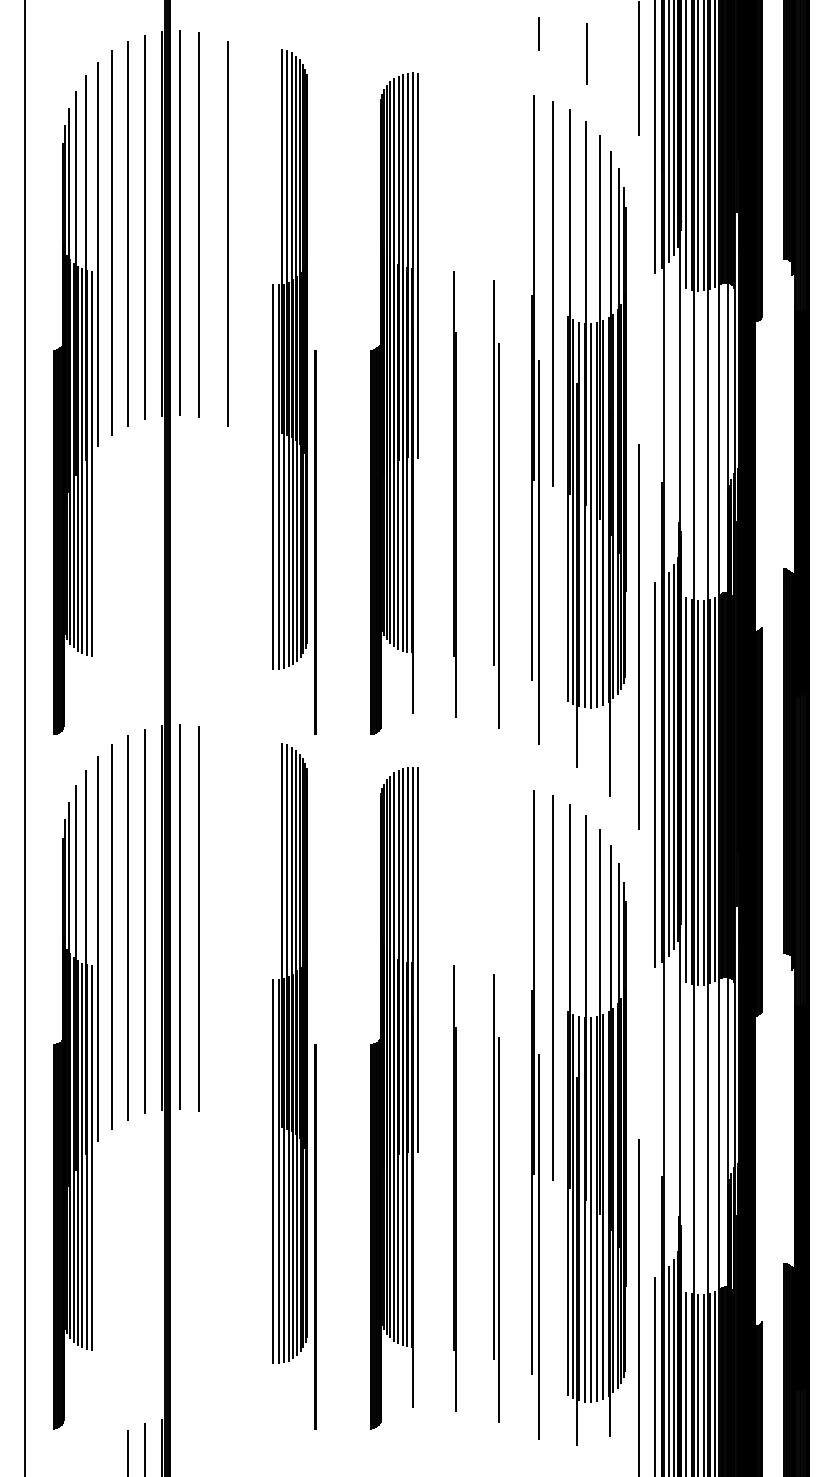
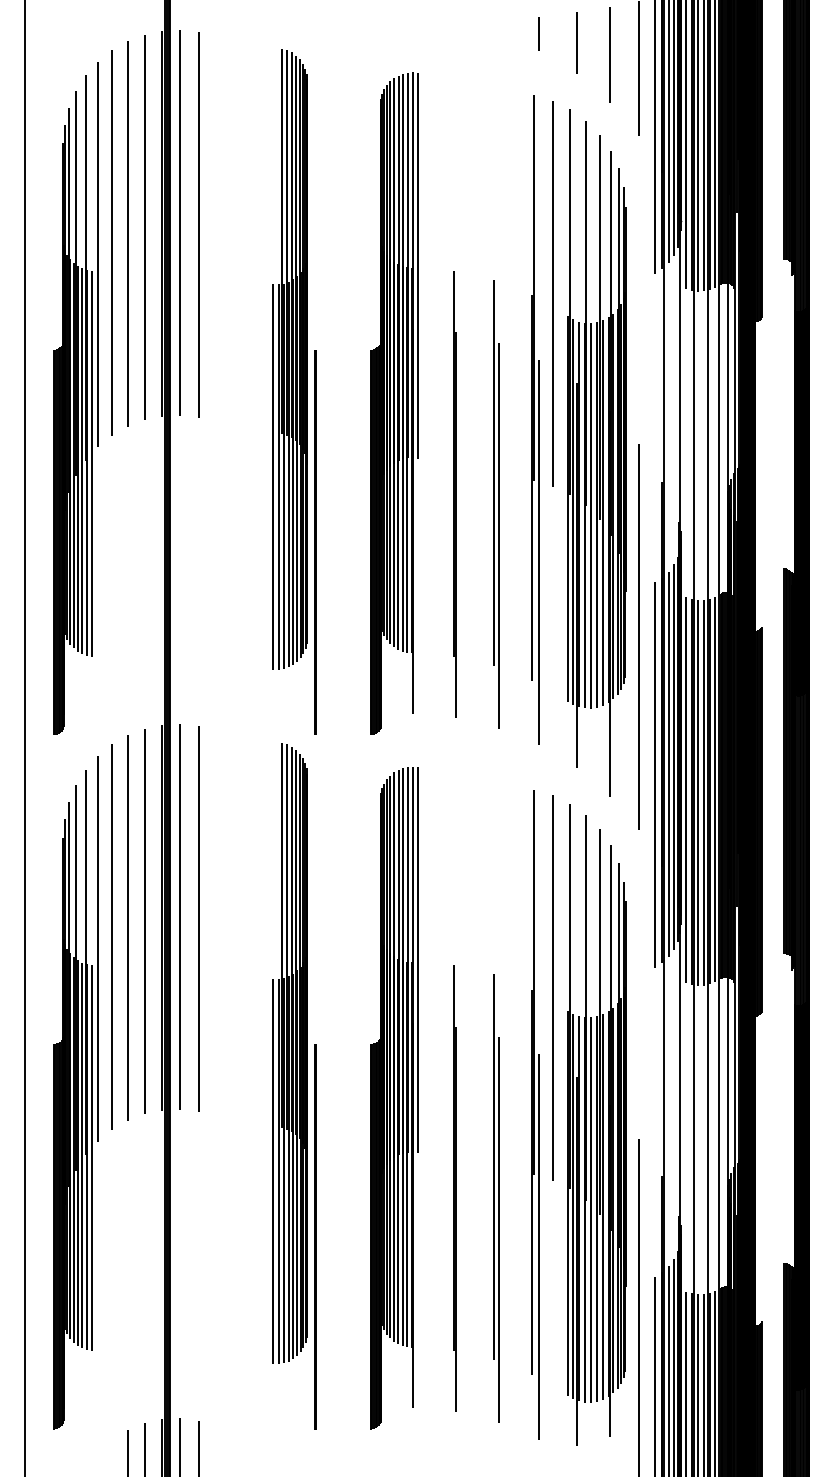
line at (586, 53) position: (586, 53) -> (576, 42)
line at (610, 54): none -> present
line at (227, 233): present -> none
line at (180, 1445): none -> present
line at (198, 1446): none -> present
